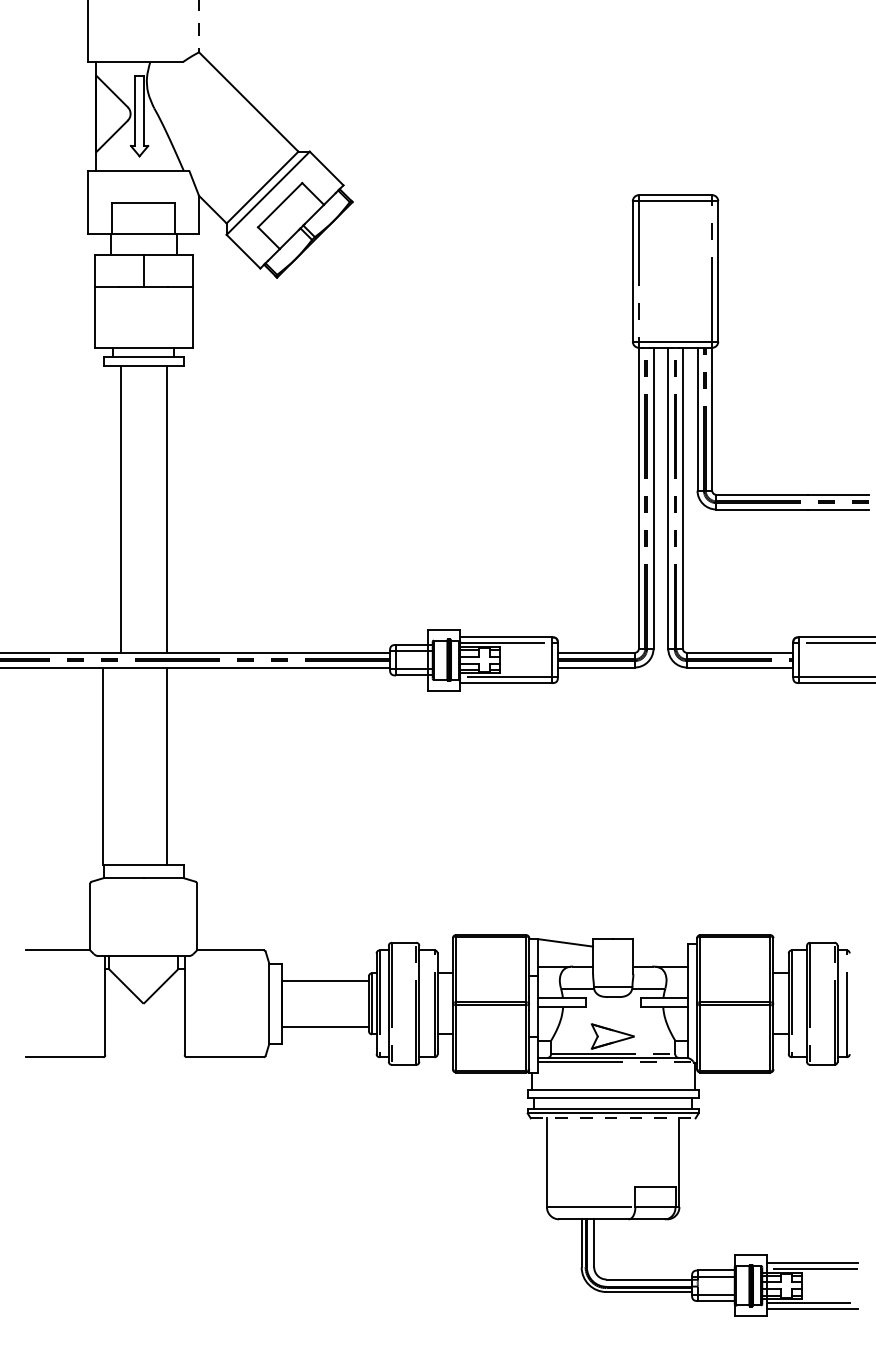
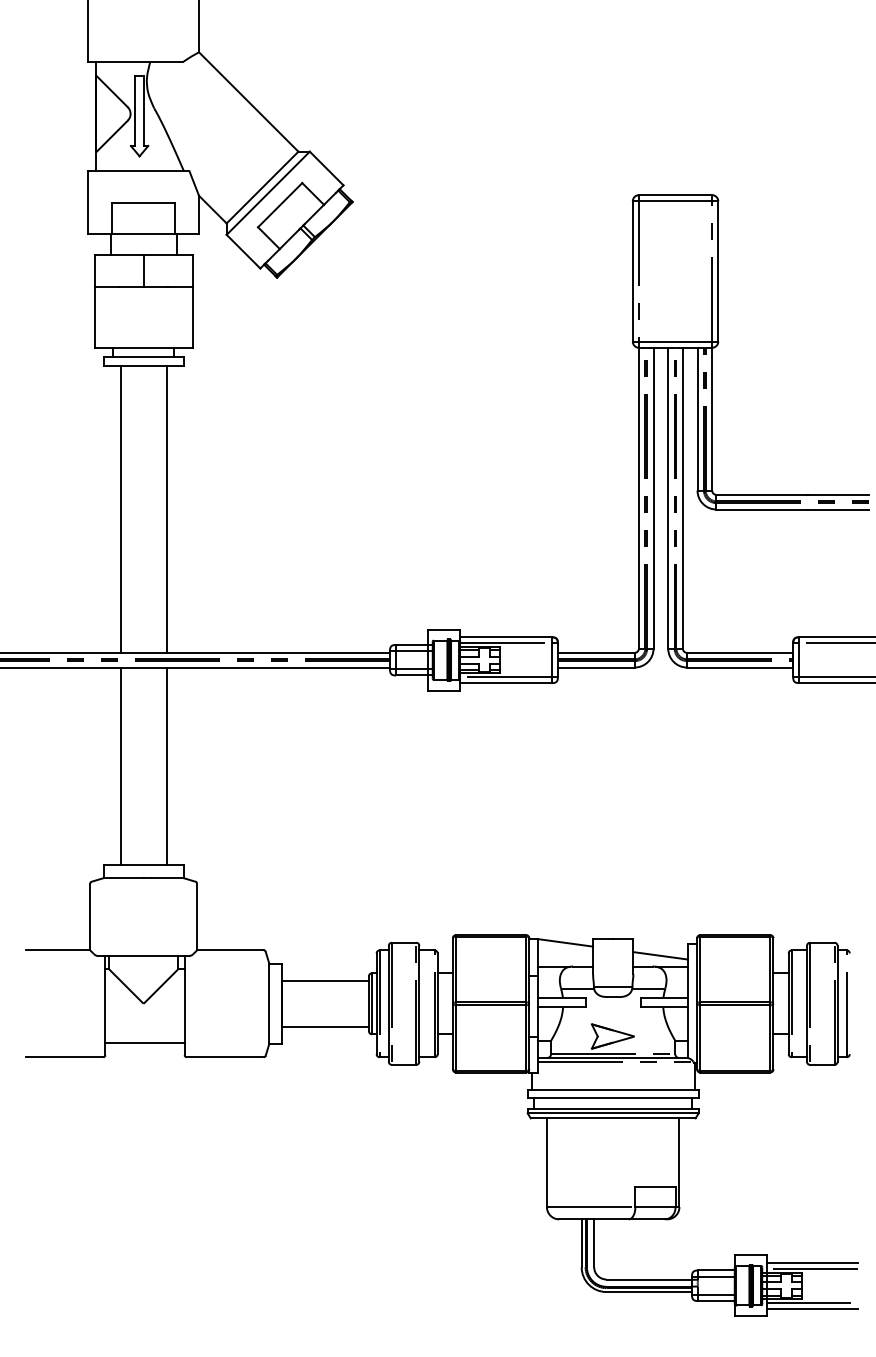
line at (199, 26): dashed -> solid
line at (102, 766) position: (102, 766) -> (120, 766)
line at (660, 955): none -> present
line at (144, 1043): none -> present
line at (613, 1118): dashed -> solid
